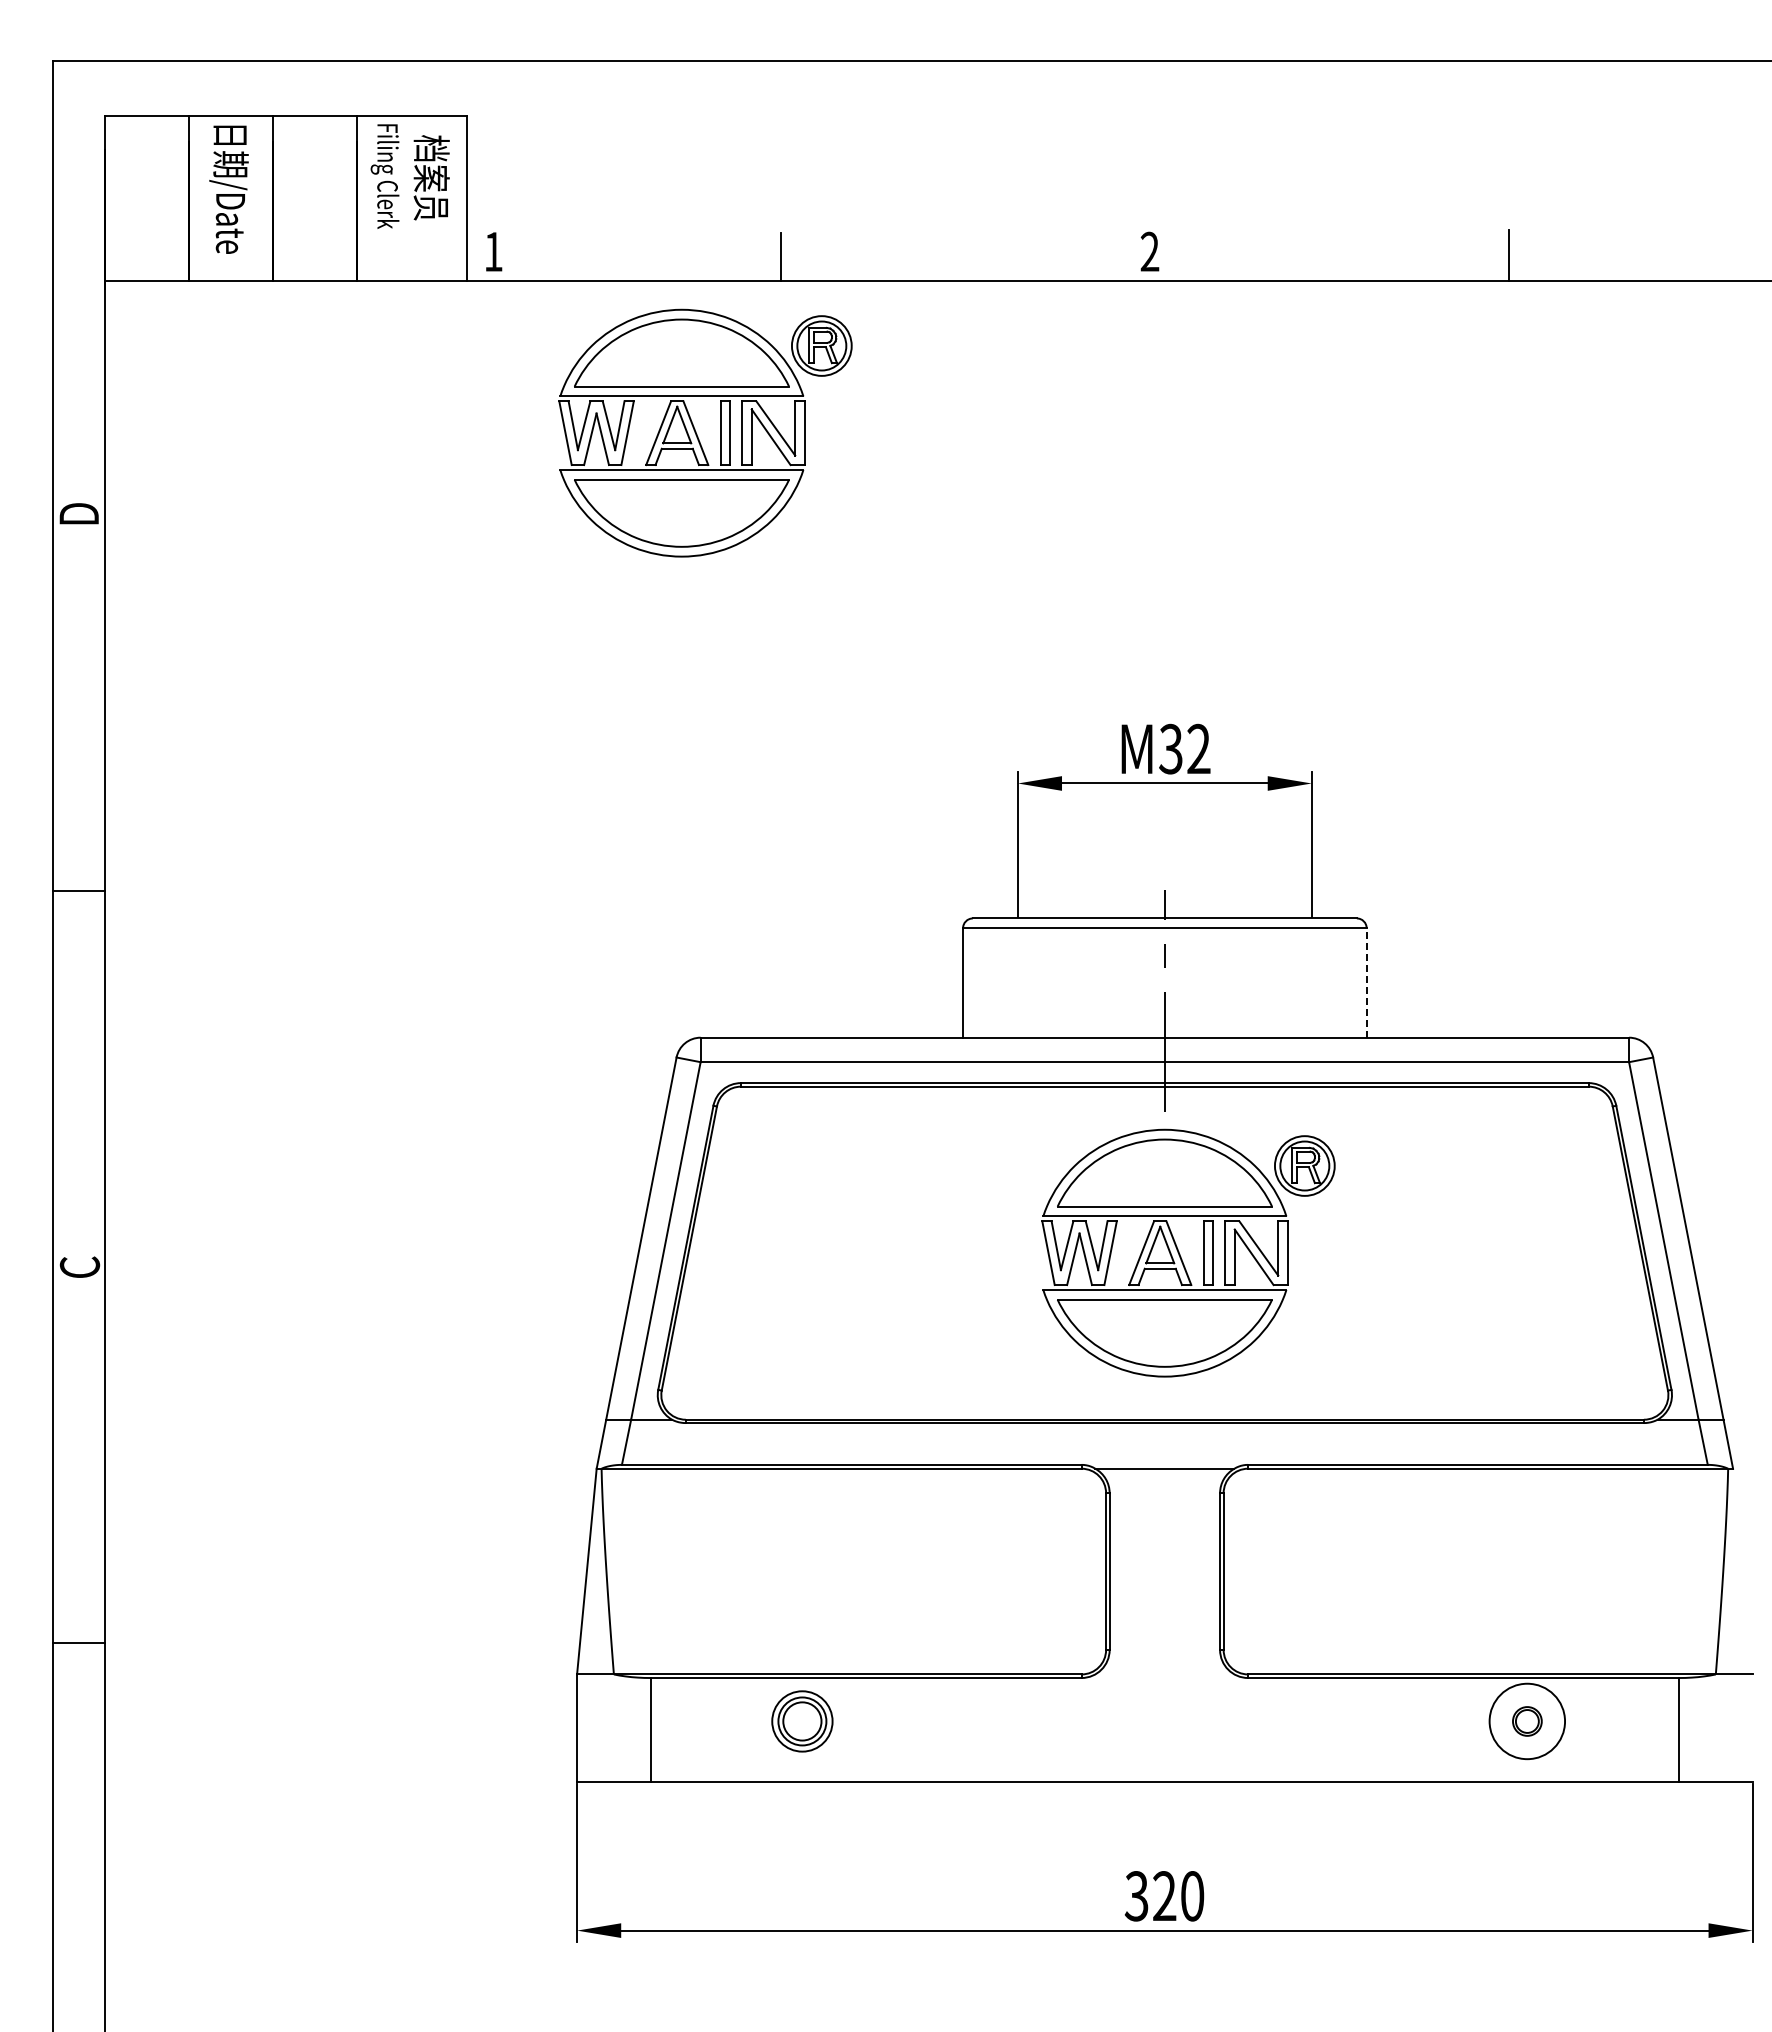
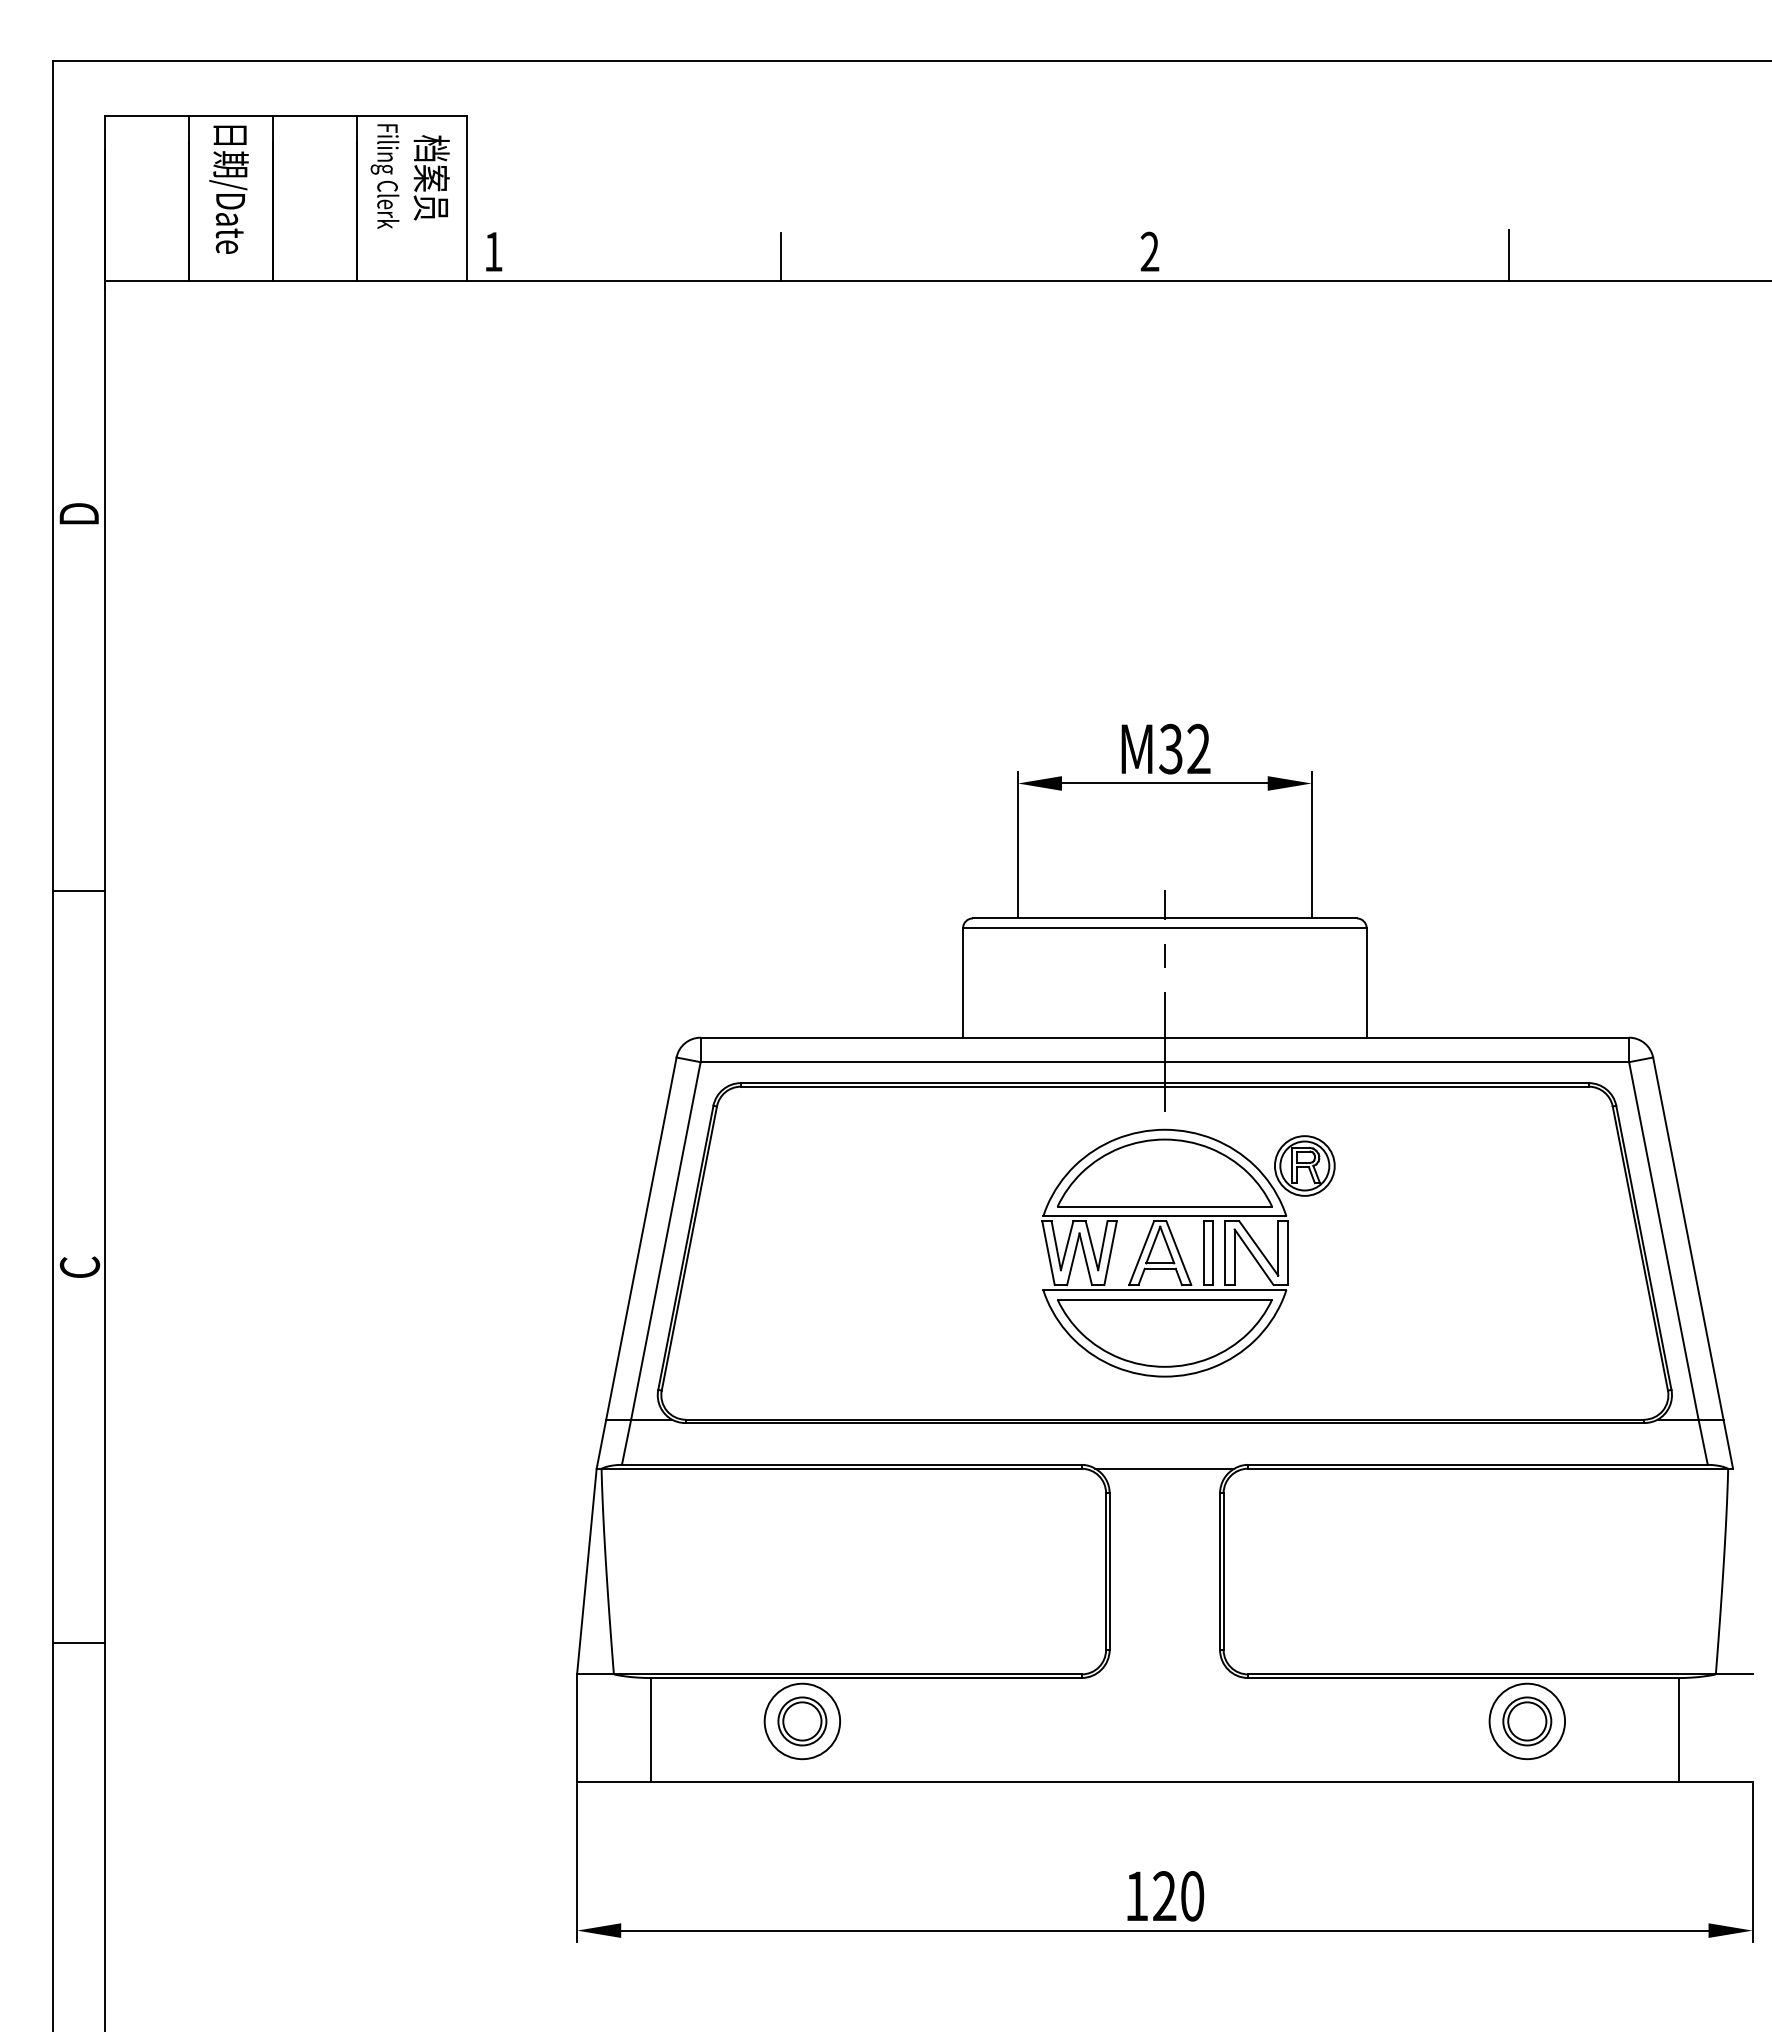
part at (698, 436): present -> none
line at (1366, 982): dashed -> solid
circle at (802, 1721) diameter: 60 px -> 75 px
part at (1527, 1721) size: 31x31 px -> 51x51 px
text at (1136, 1896): 320 -> 120
